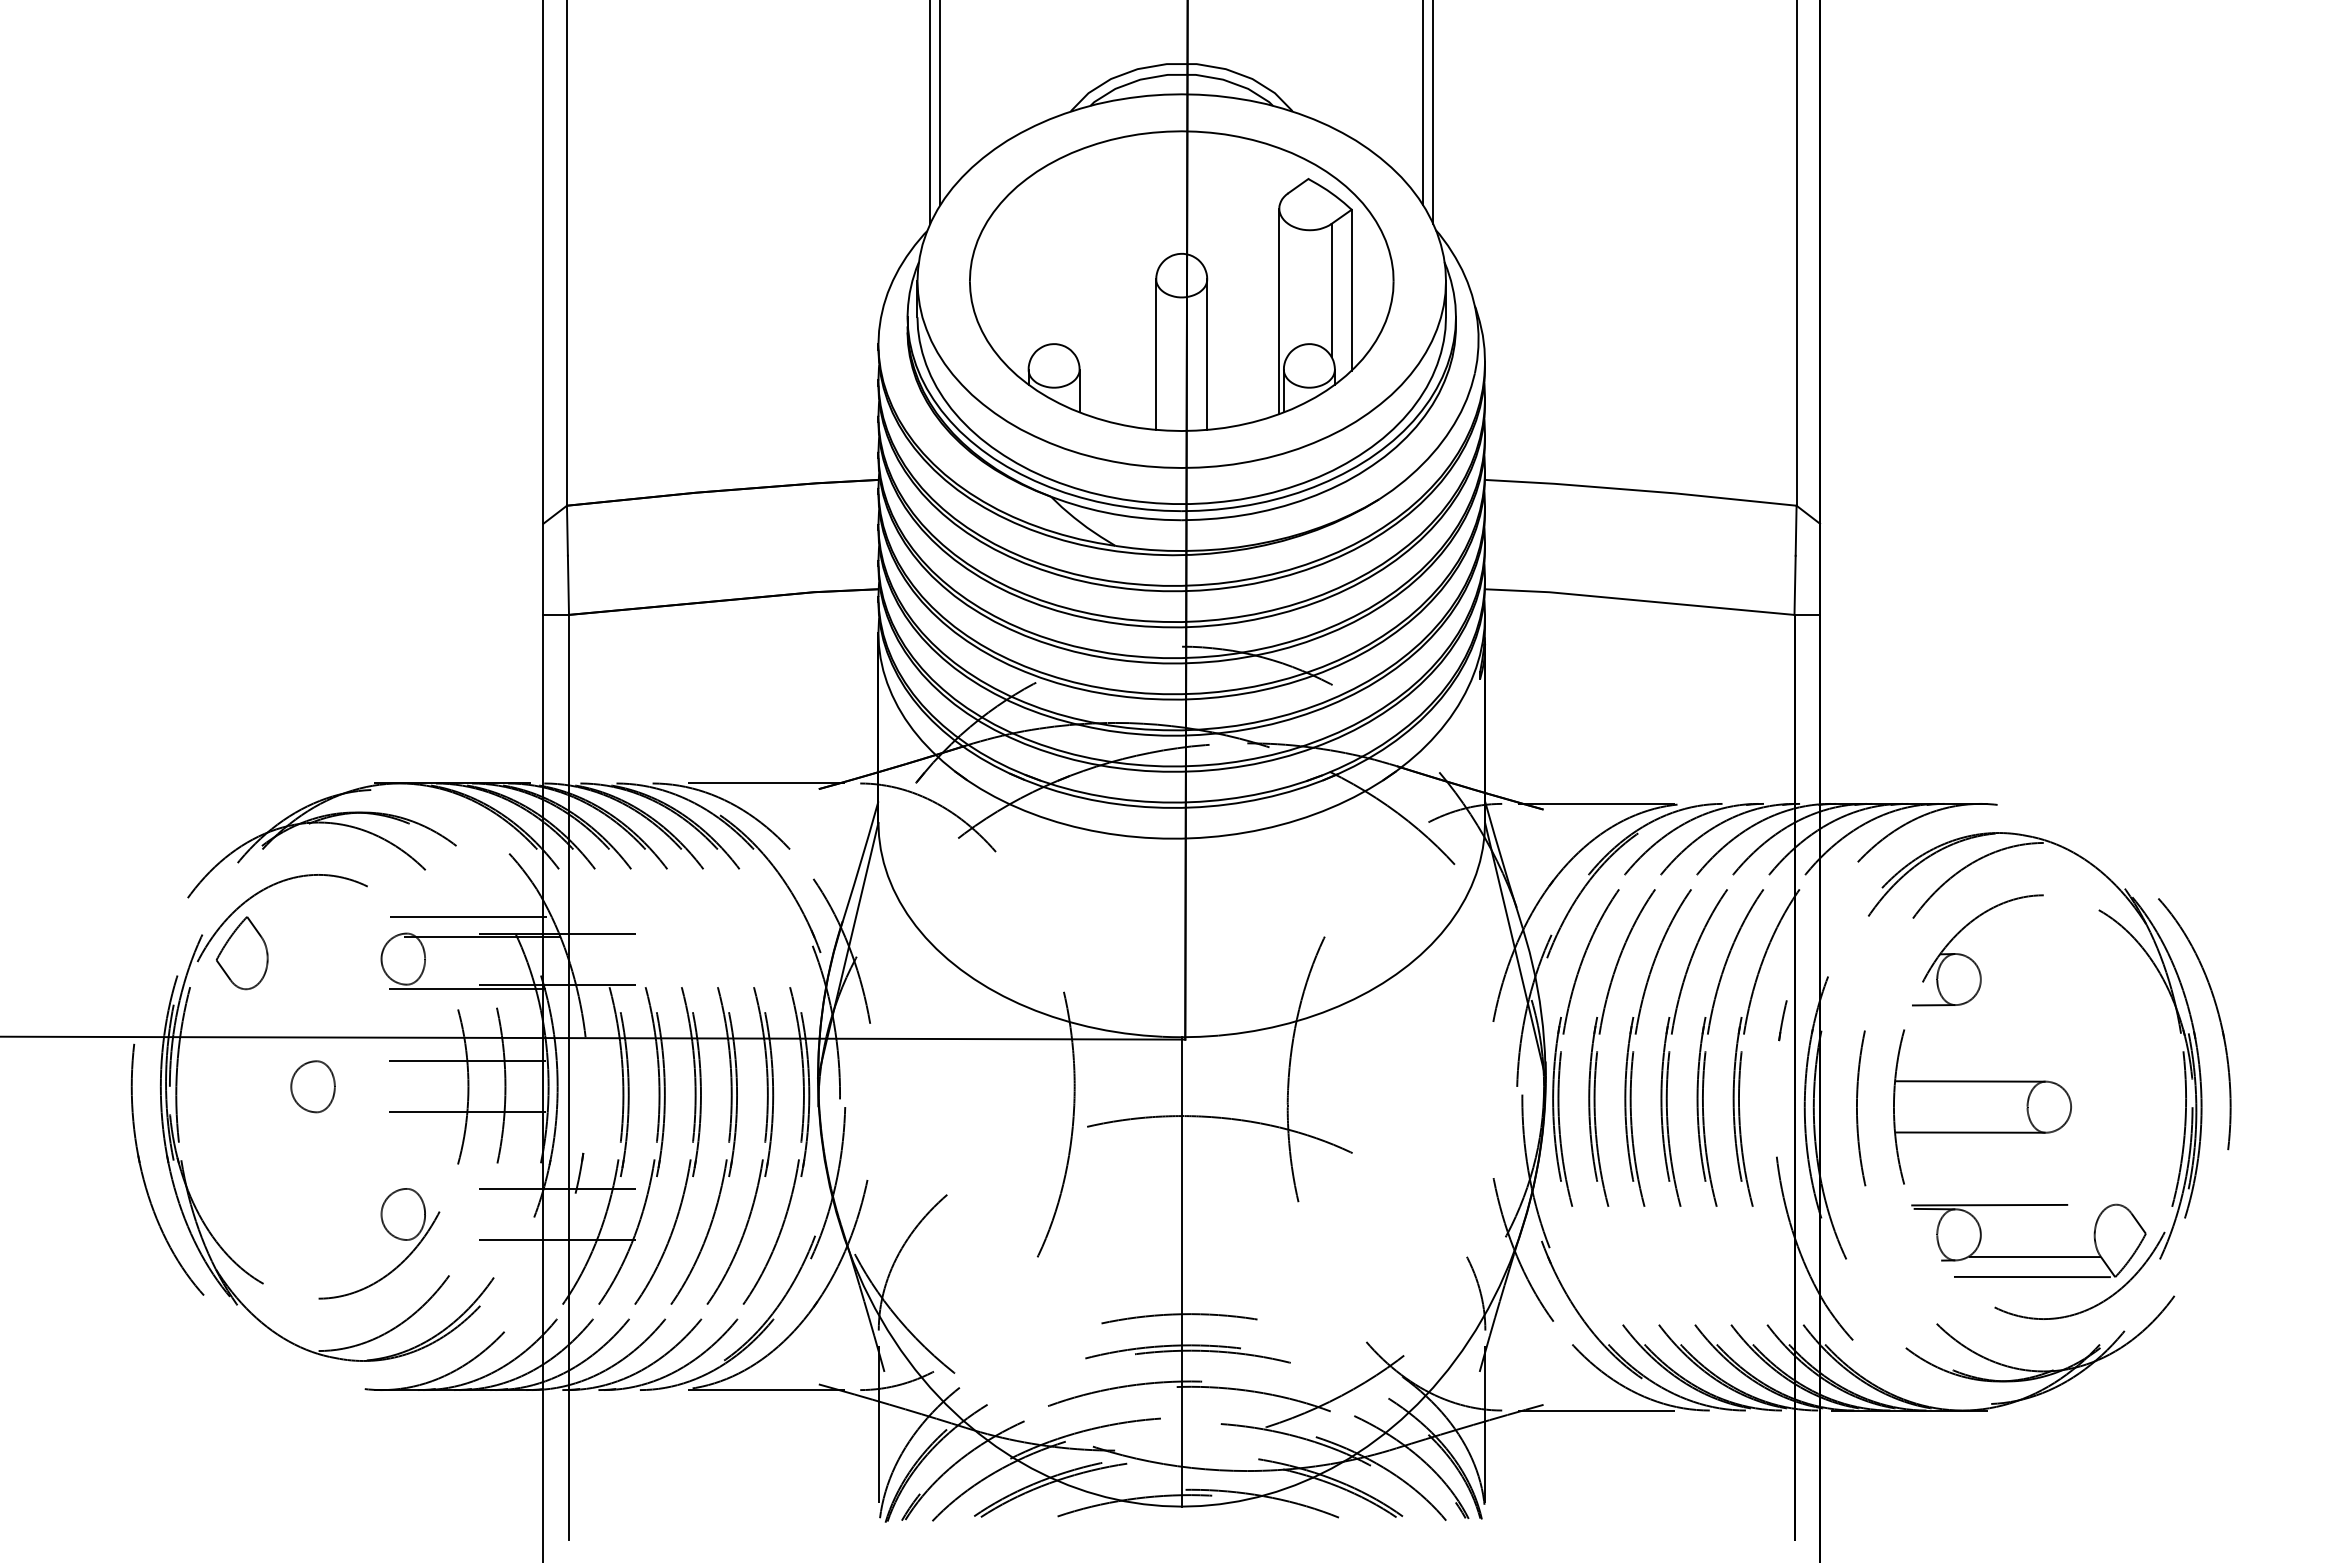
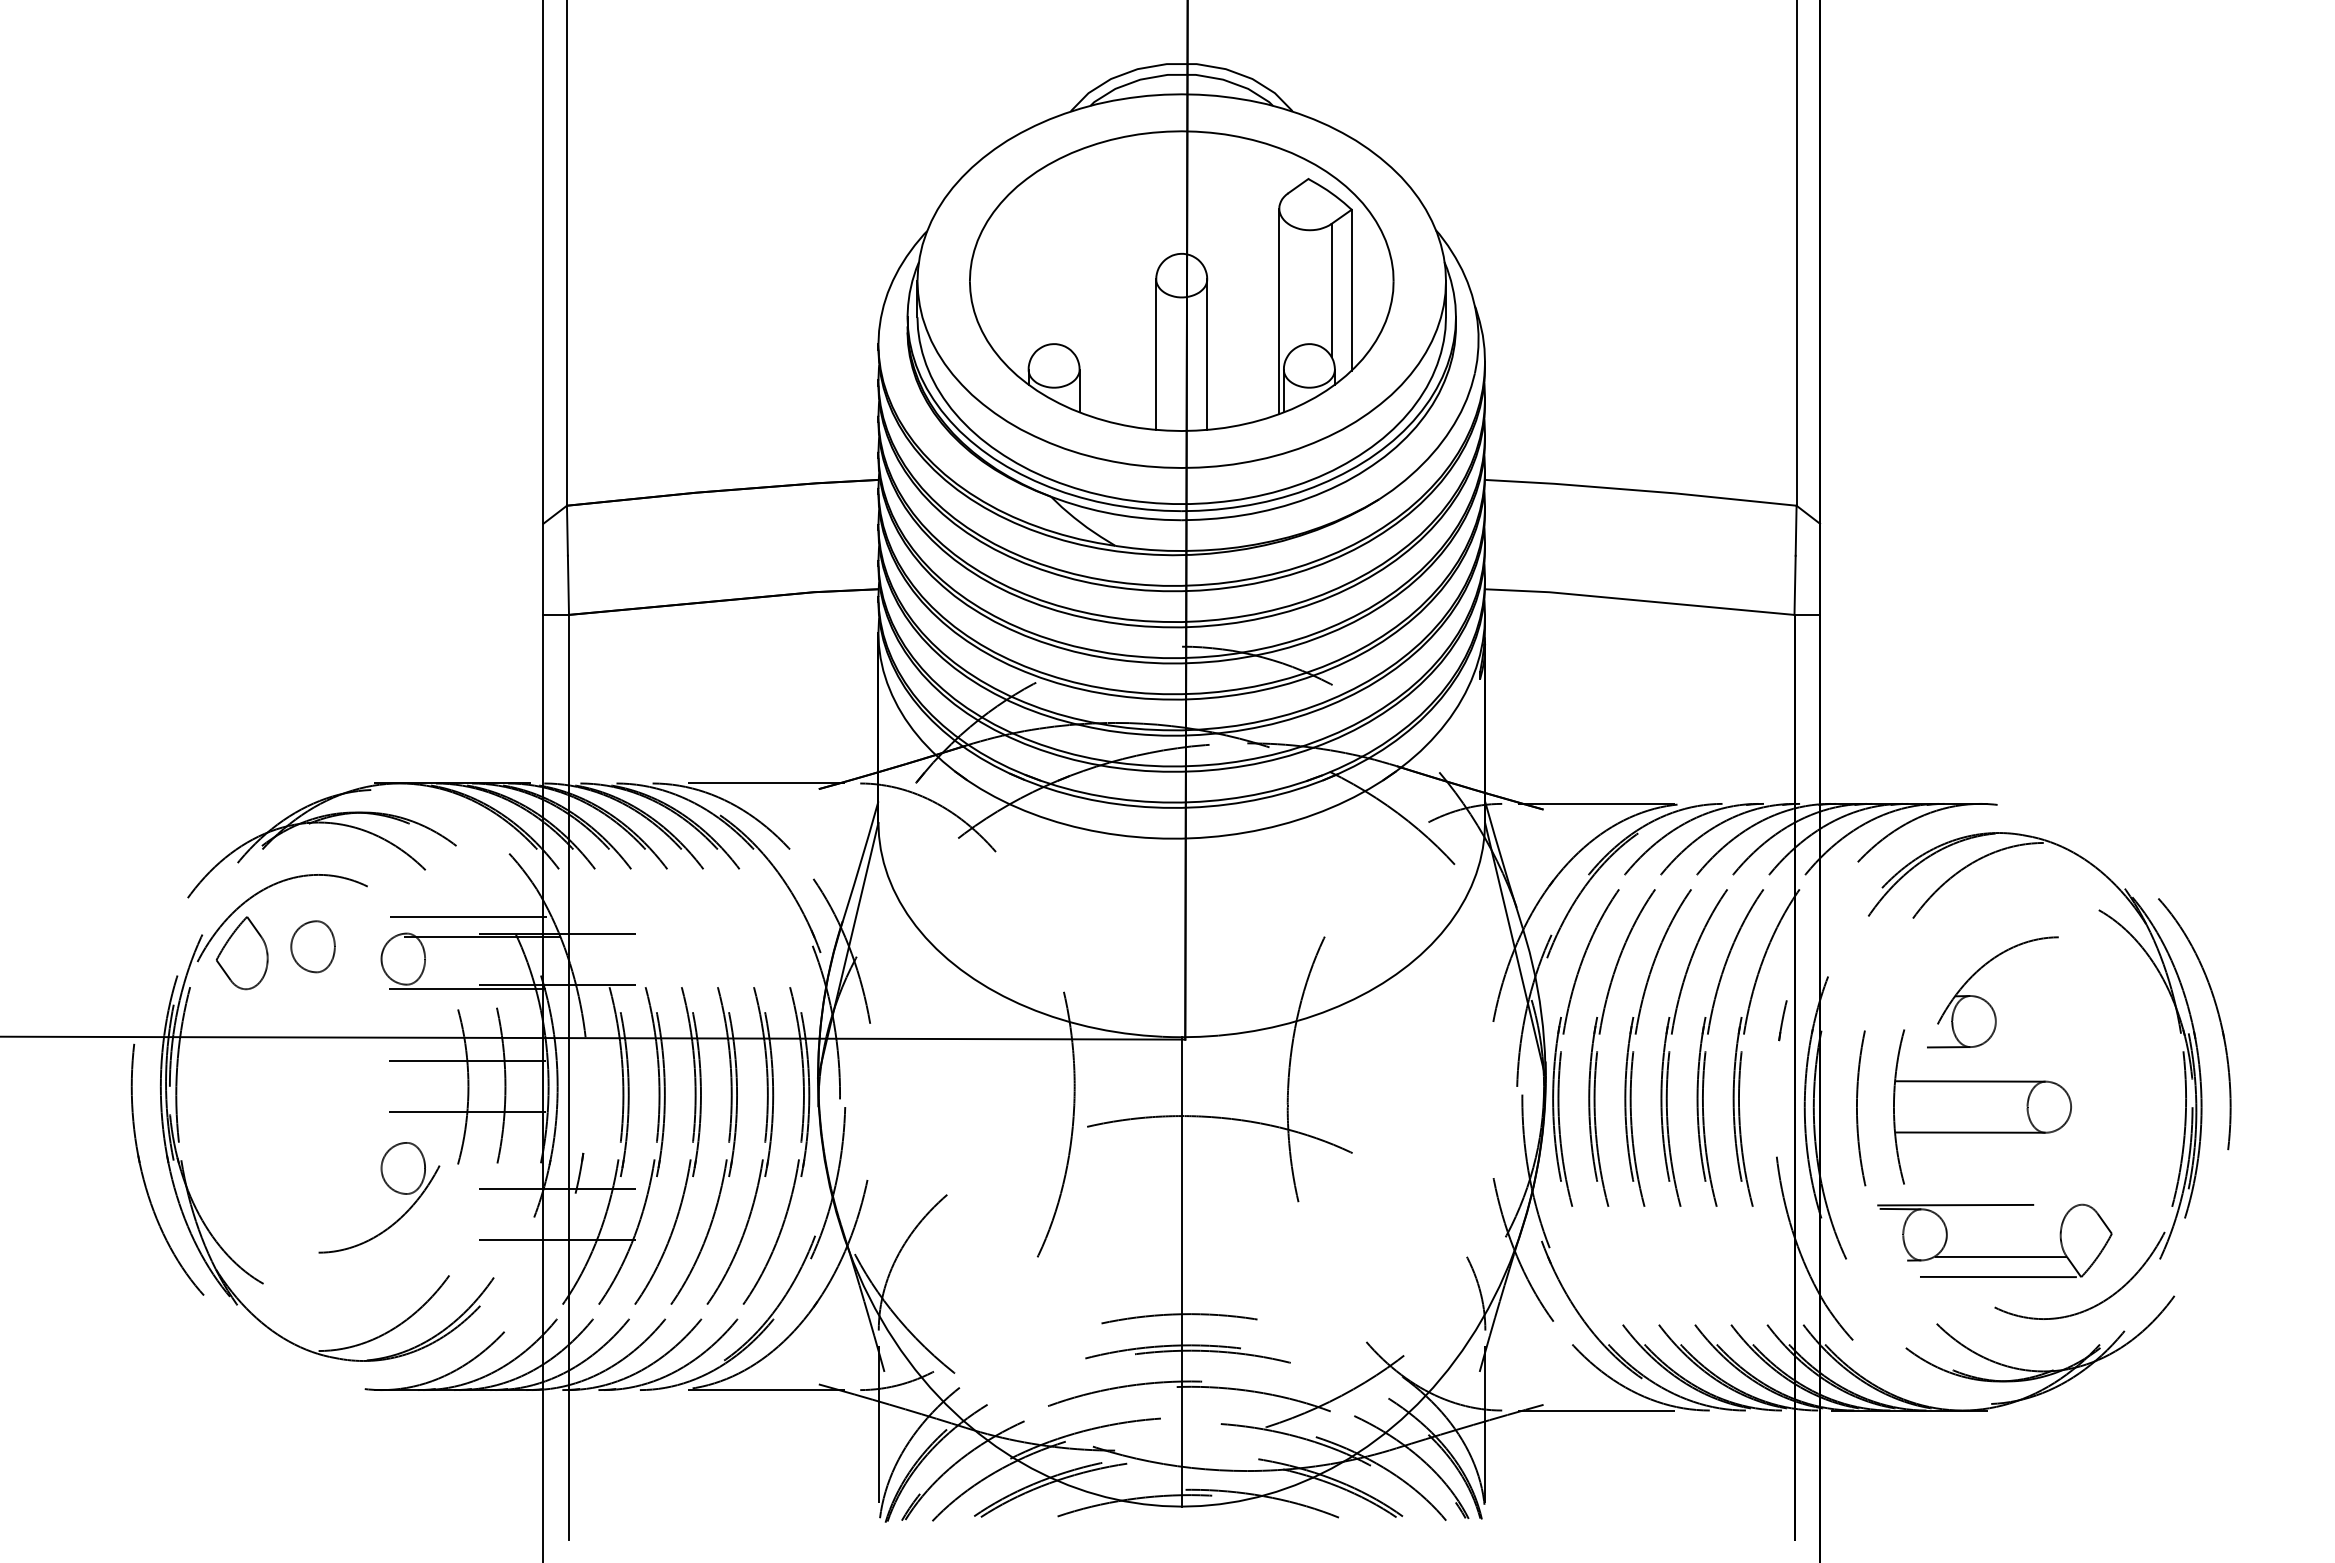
line at (940, 103): present -> none
line at (1423, 103): present -> none
line at (930, 113): present -> none
line at (1433, 113): present -> none
part at (1970, 957) position: (1970, 957) -> (1985, 999)
part at (312, 1086) position: (312, 1086) -> (312, 946)
part at (388, 1233) position: (388, 1233) -> (388, 1187)
part at (2028, 1256) position: (2028, 1256) -> (1994, 1256)
